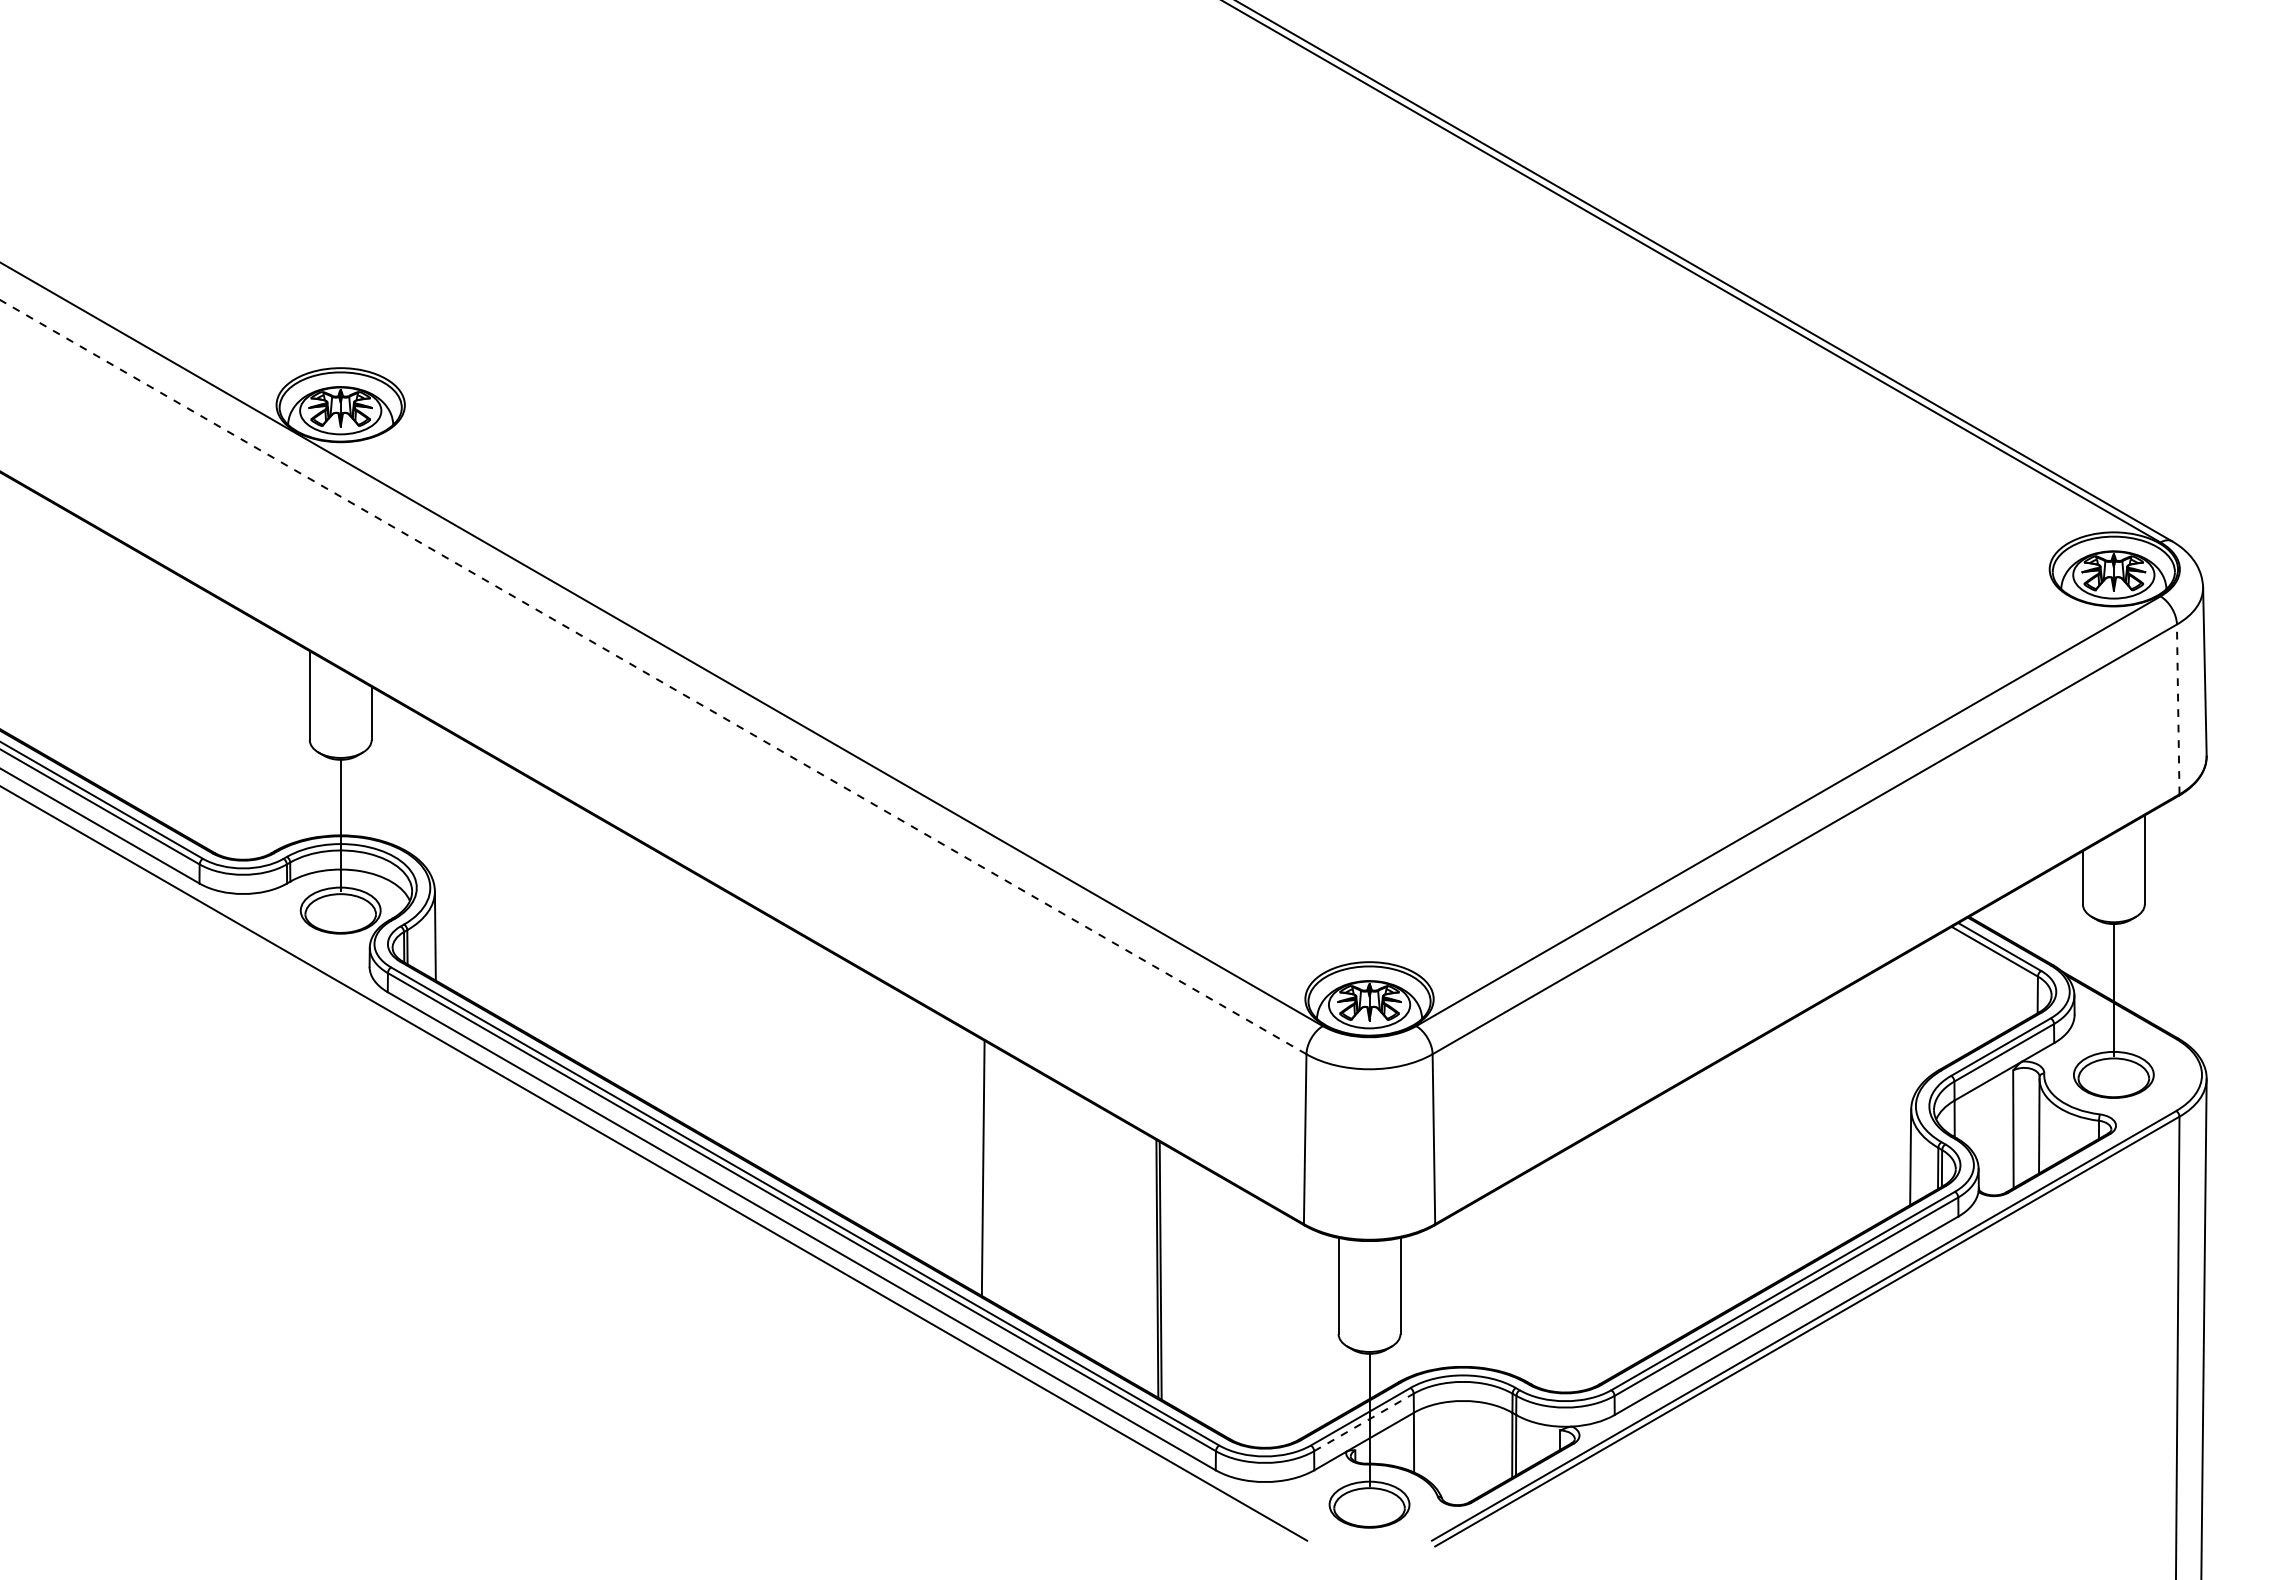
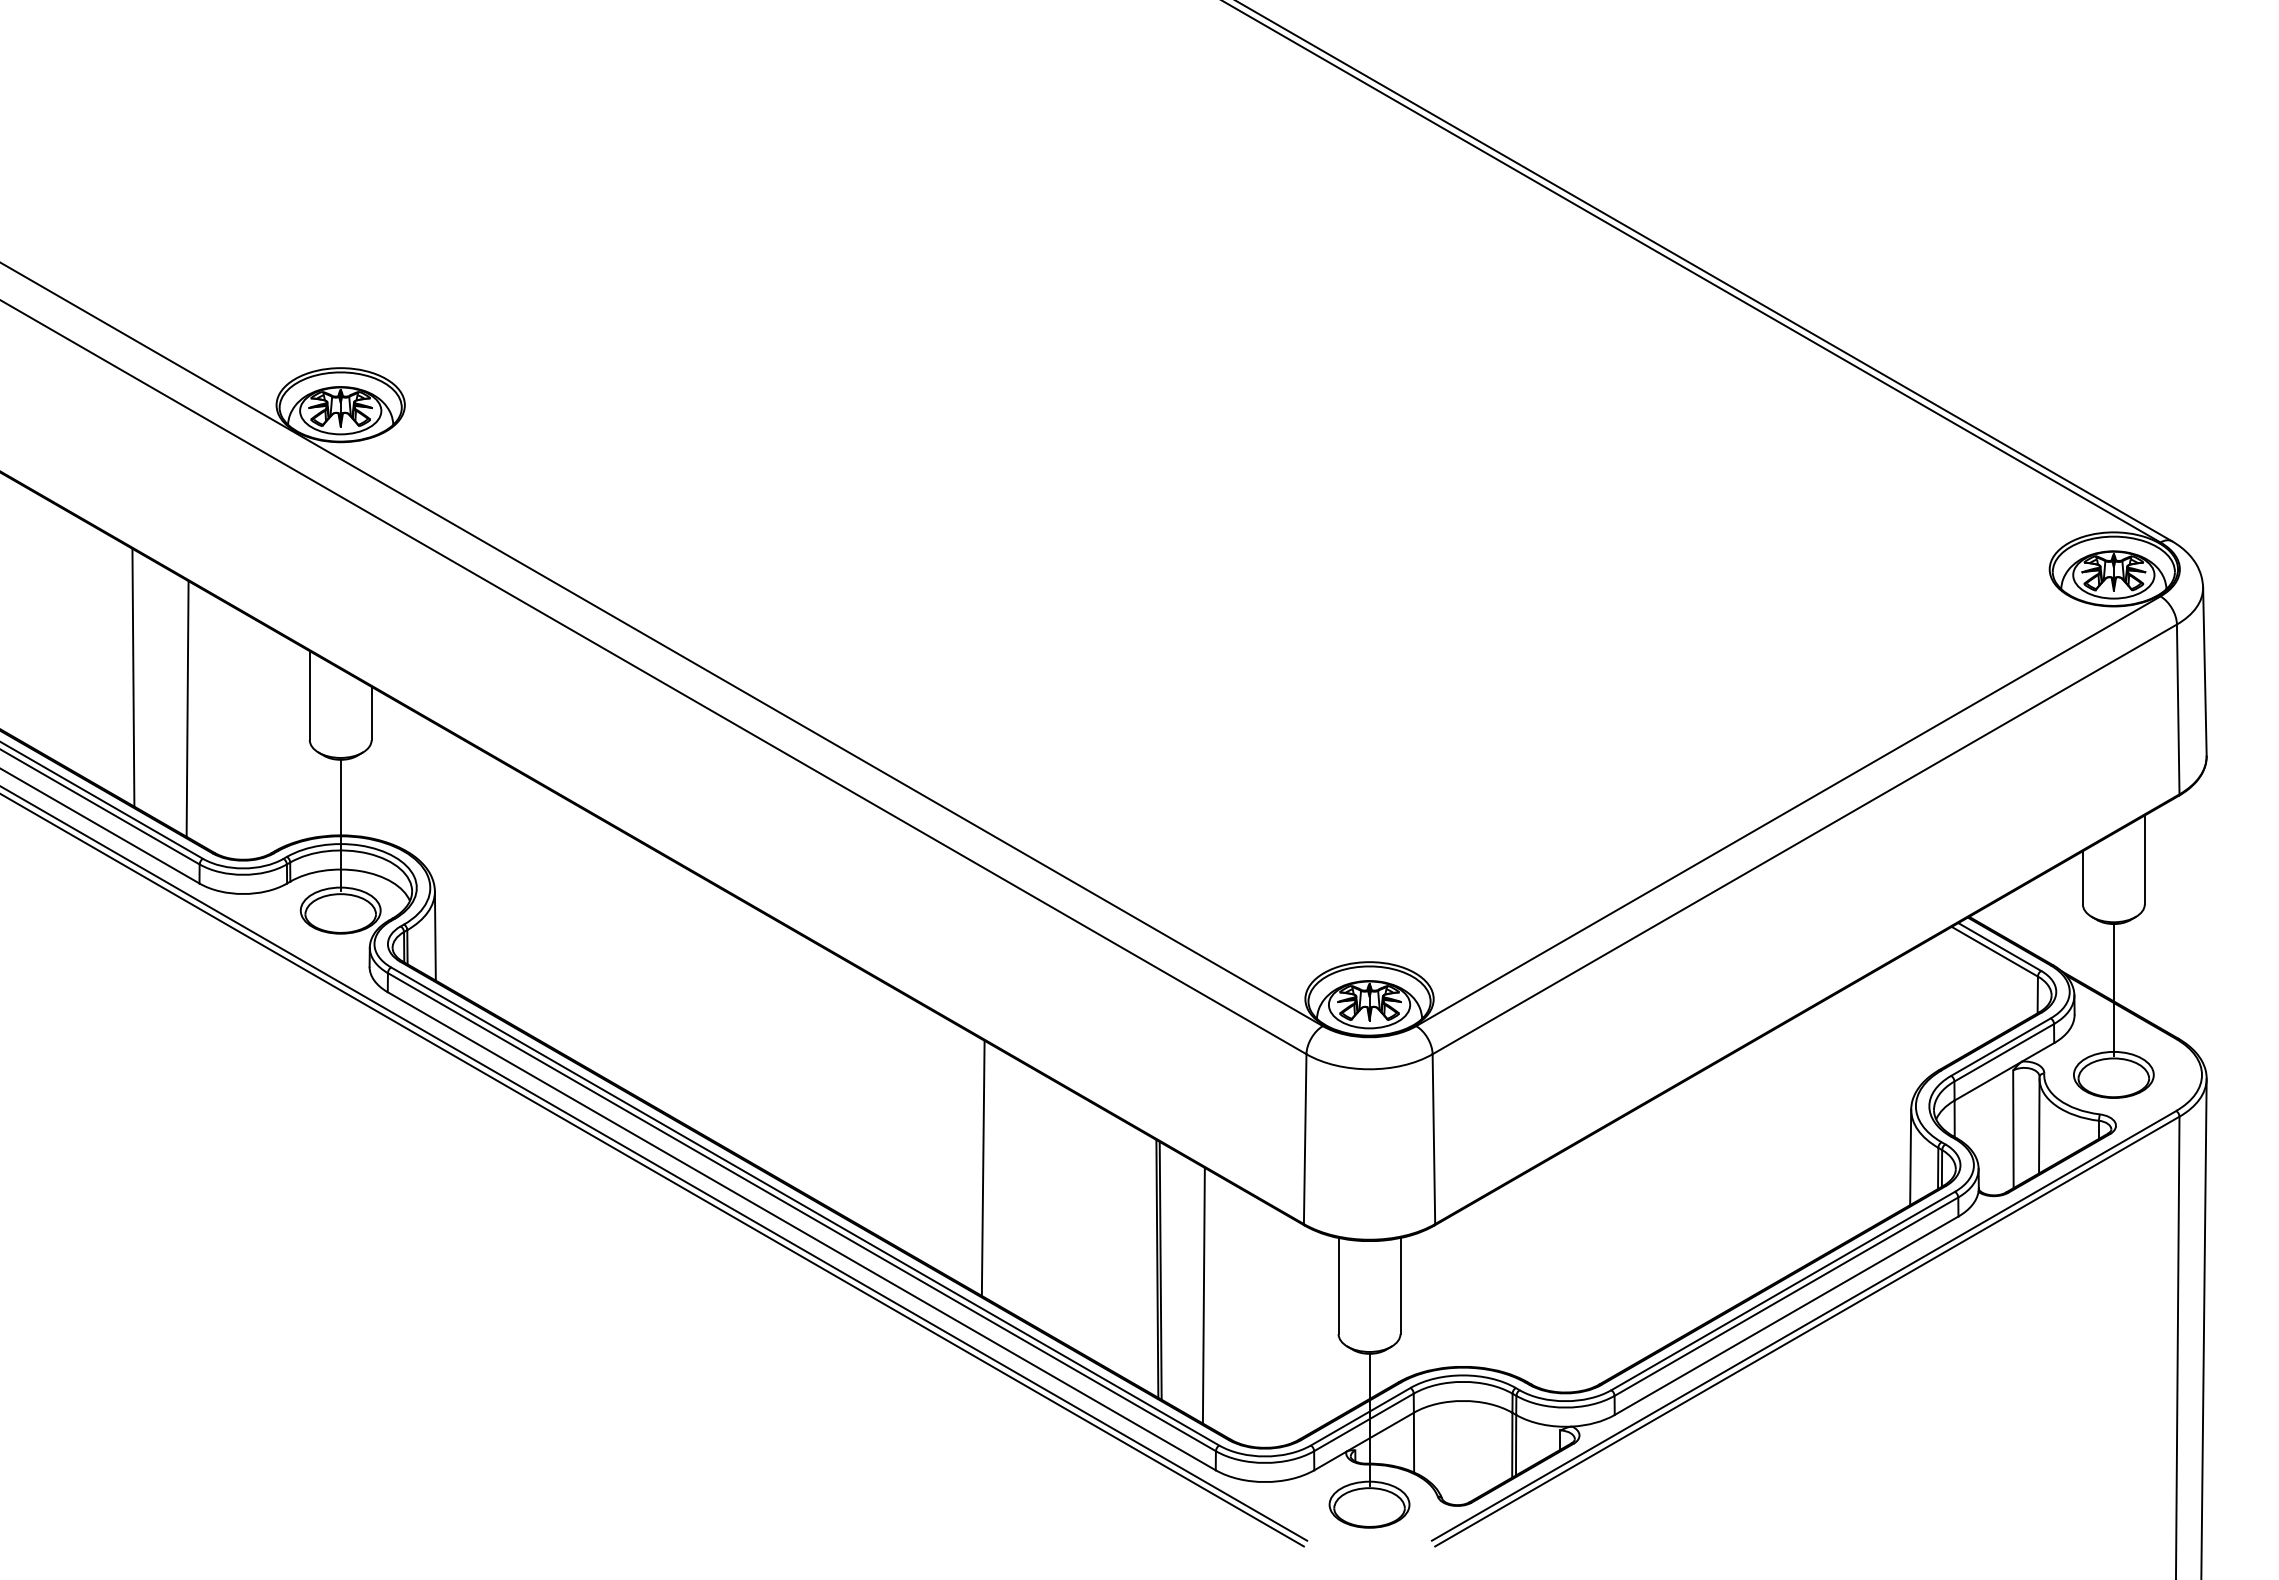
line at (133, 677): none -> present
line at (653, 677): dashed -> solid
line at (187, 708): none -> present
line at (2178, 709): dashed -> solid
line at (652, 1170): none -> present
line at (1203, 1295): none -> present
line at (1363, 1422): dashed -> solid
